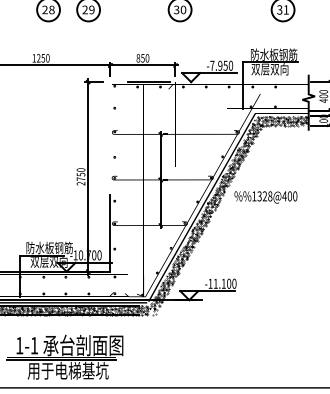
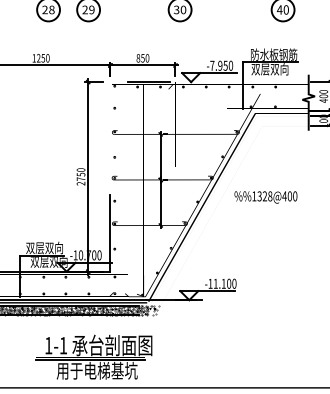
text at (282, 9): 31 -> 40
hatch at (229, 210): present -> none
text at (49, 247): 防水板钢筋 -> 双层双向
part at (64, 356) position: (64, 356) -> (93, 356)
